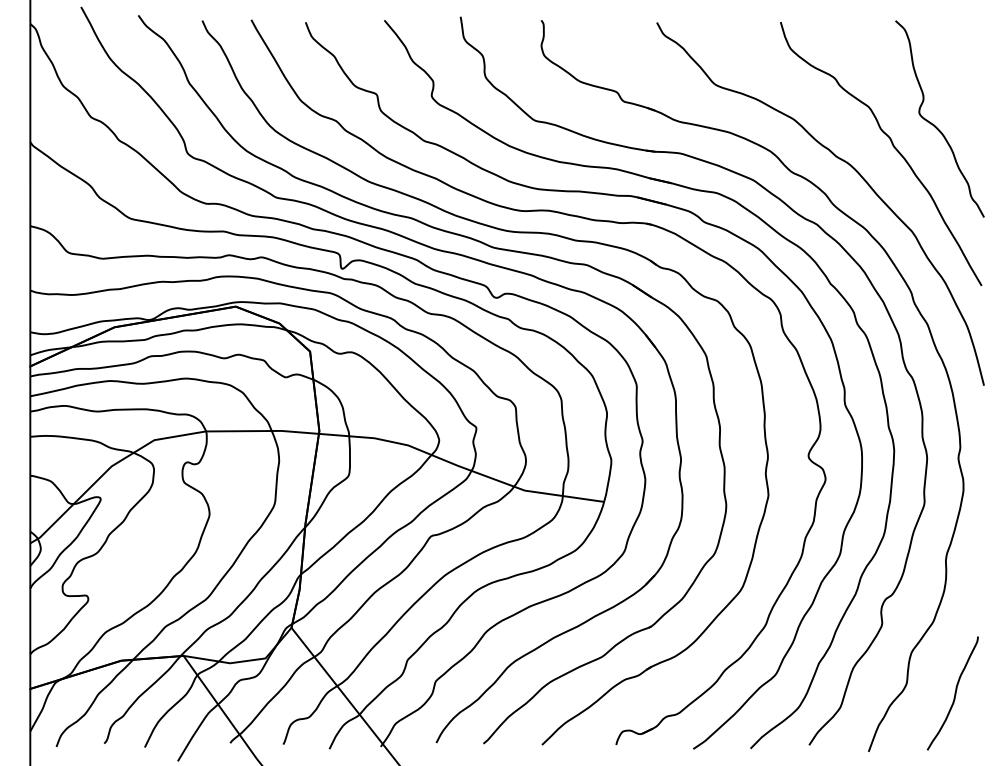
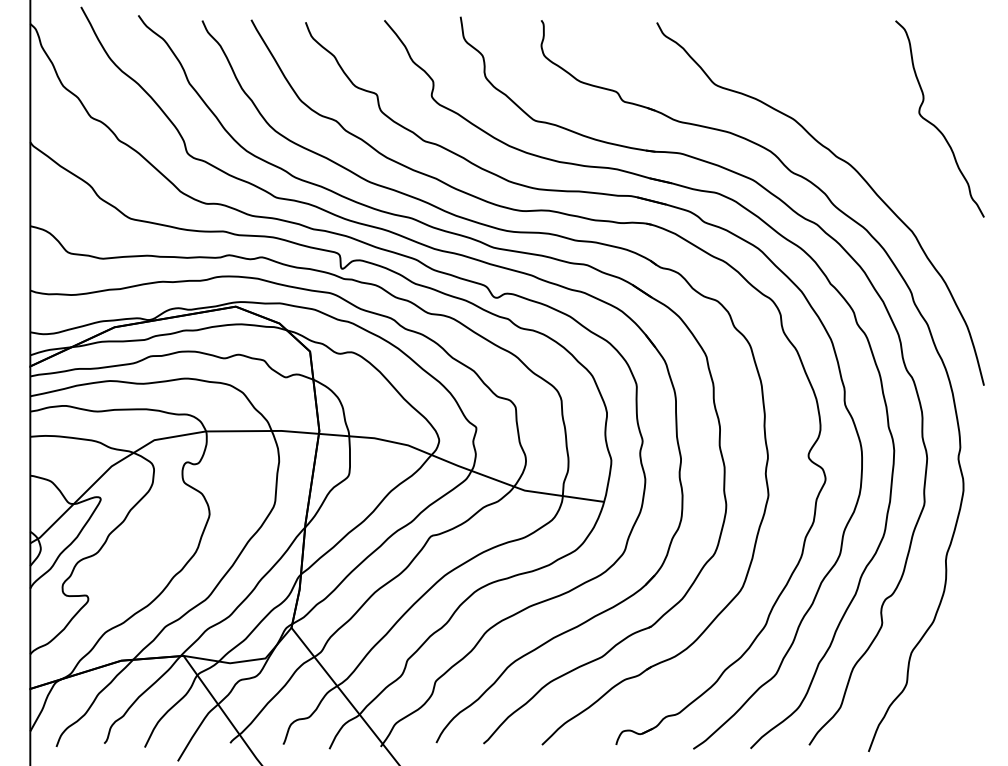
curve at (892, 146): present -> none
curve at (954, 693): present -> none
